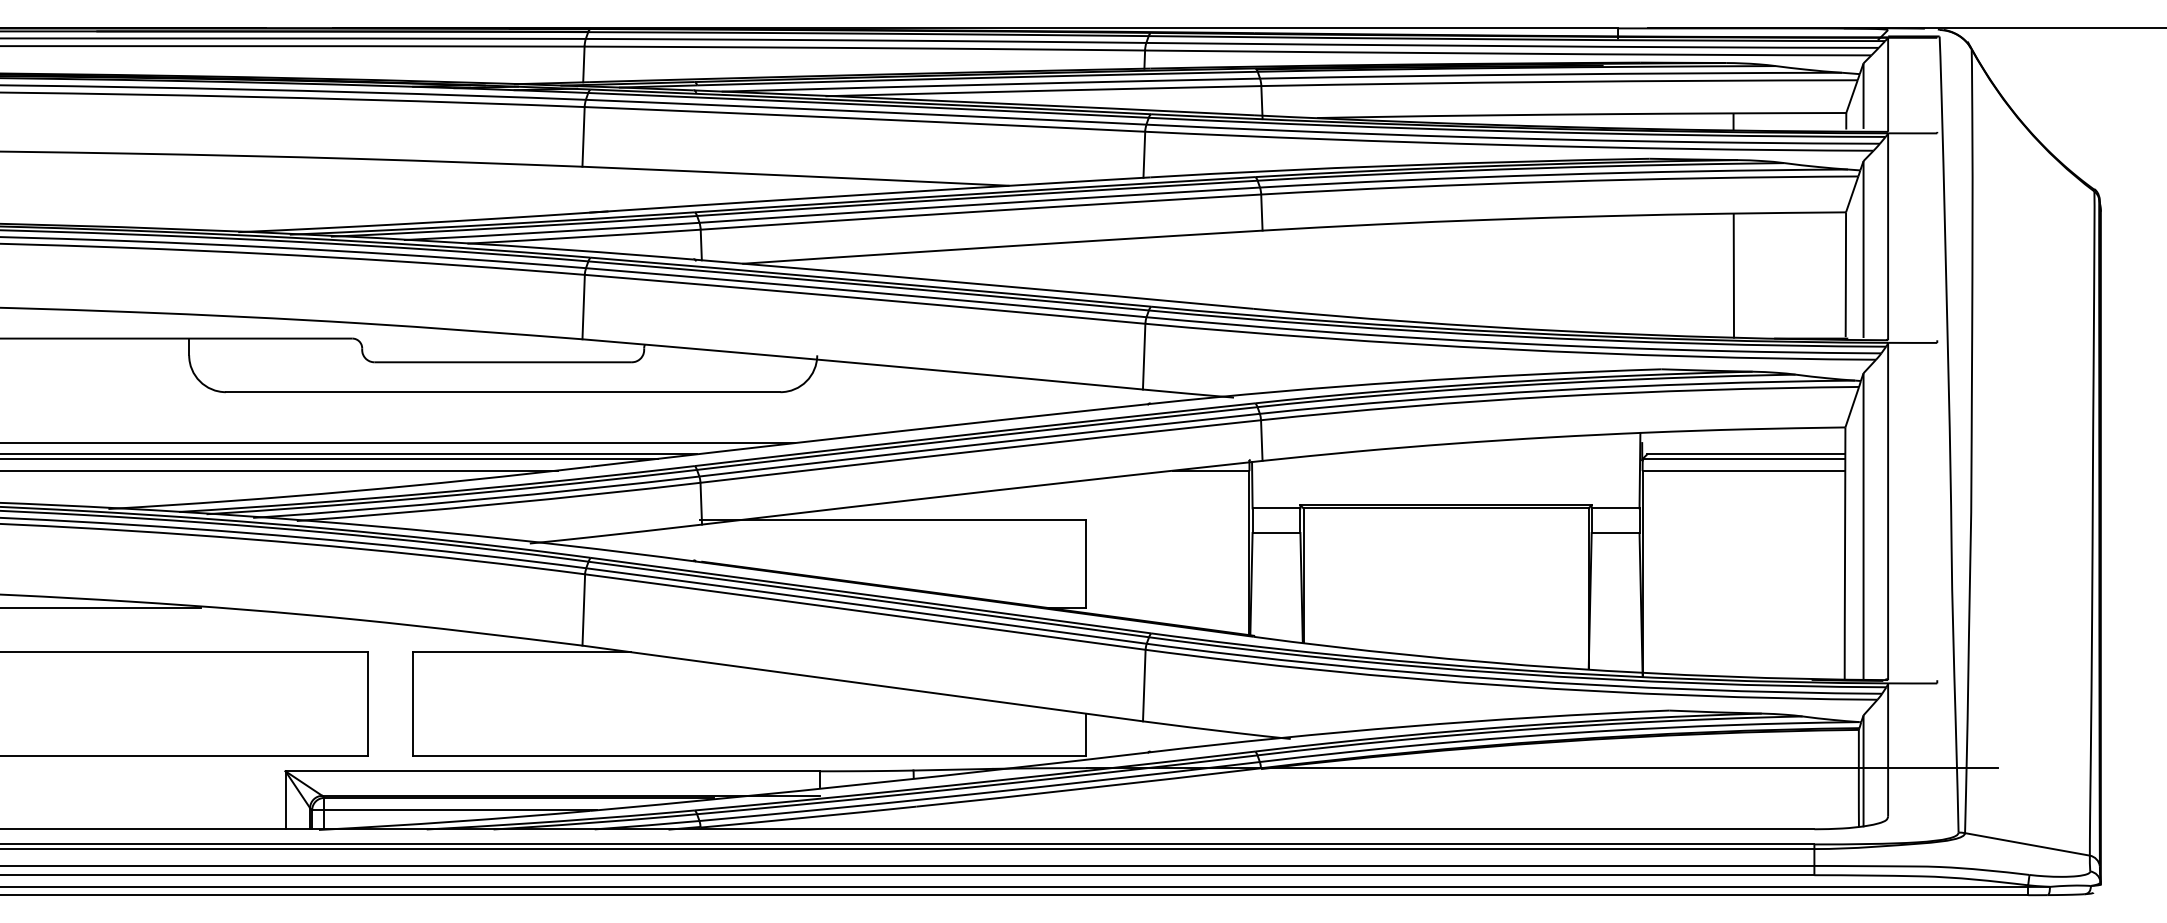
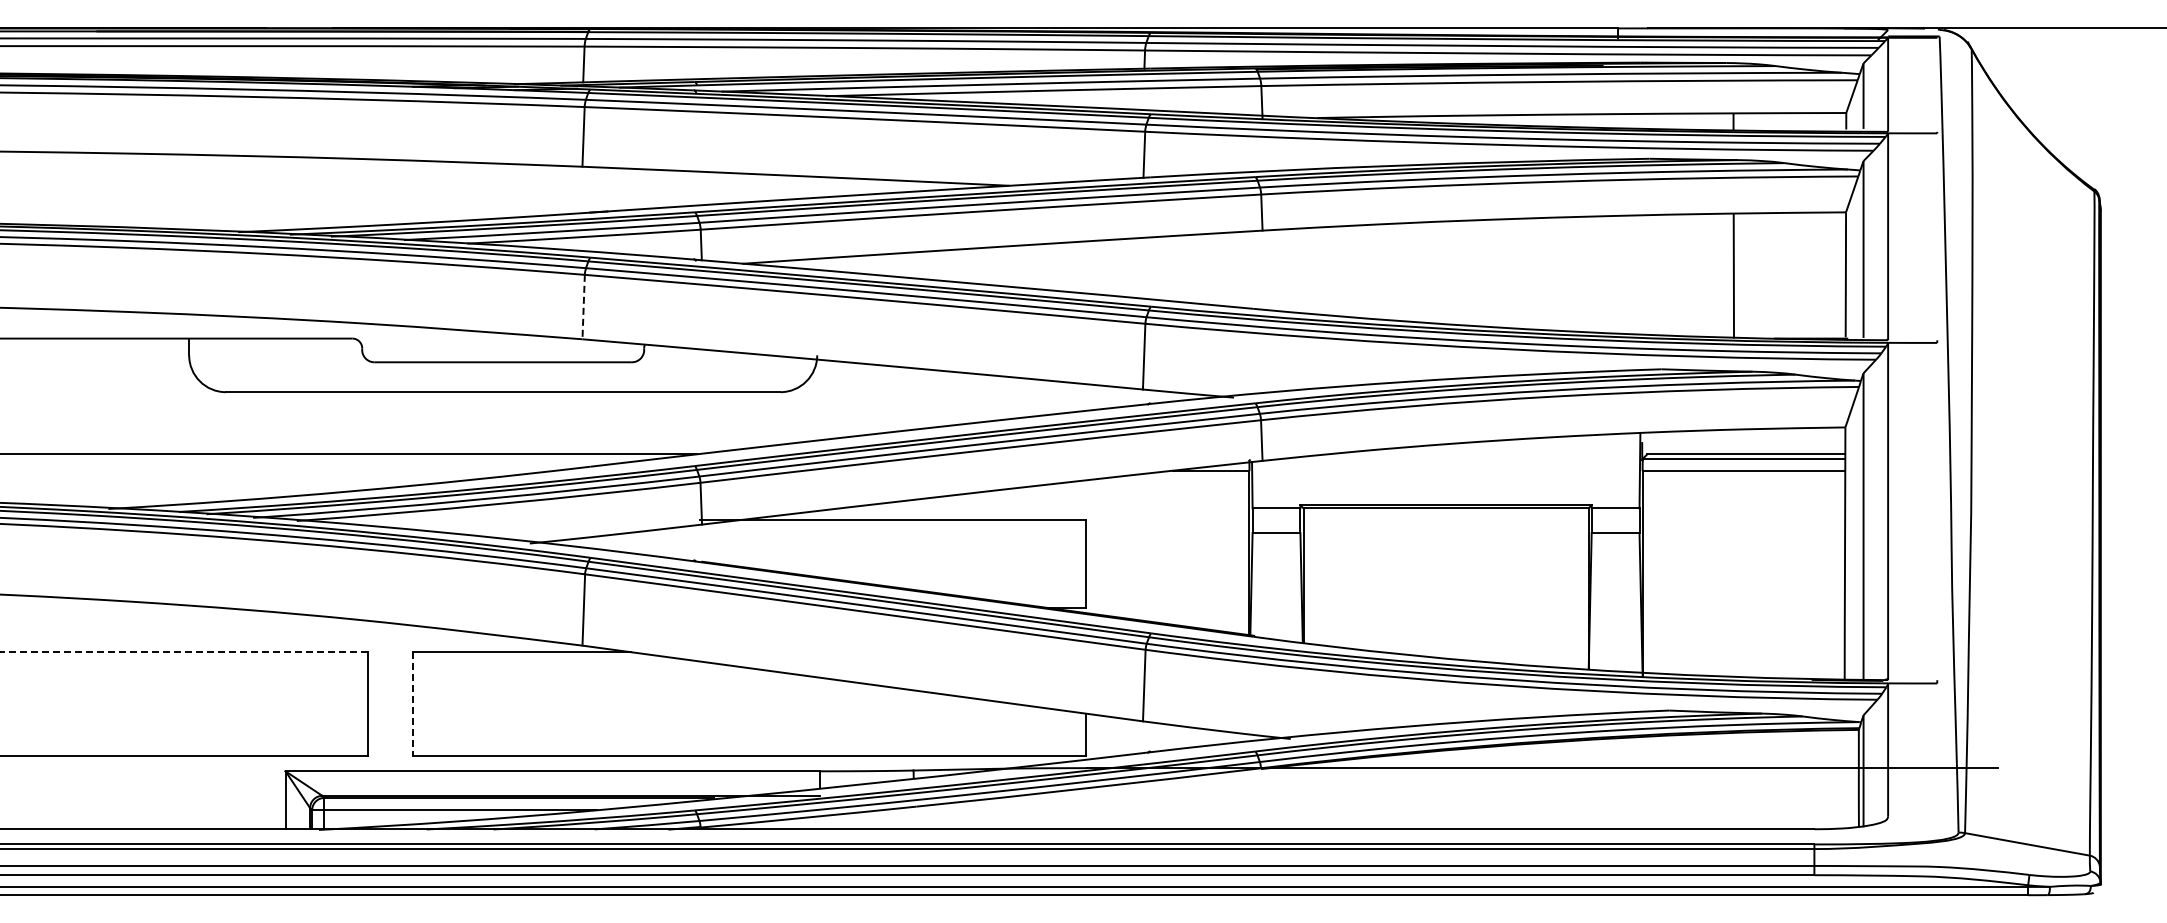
line at (583, 307): solid -> dashed
line at (398, 443): present -> none
line at (330, 458): present -> none
line at (280, 471): present -> none
line at (101, 607): present -> none
line at (184, 652): solid -> dashed
line at (412, 703): solid -> dashed
